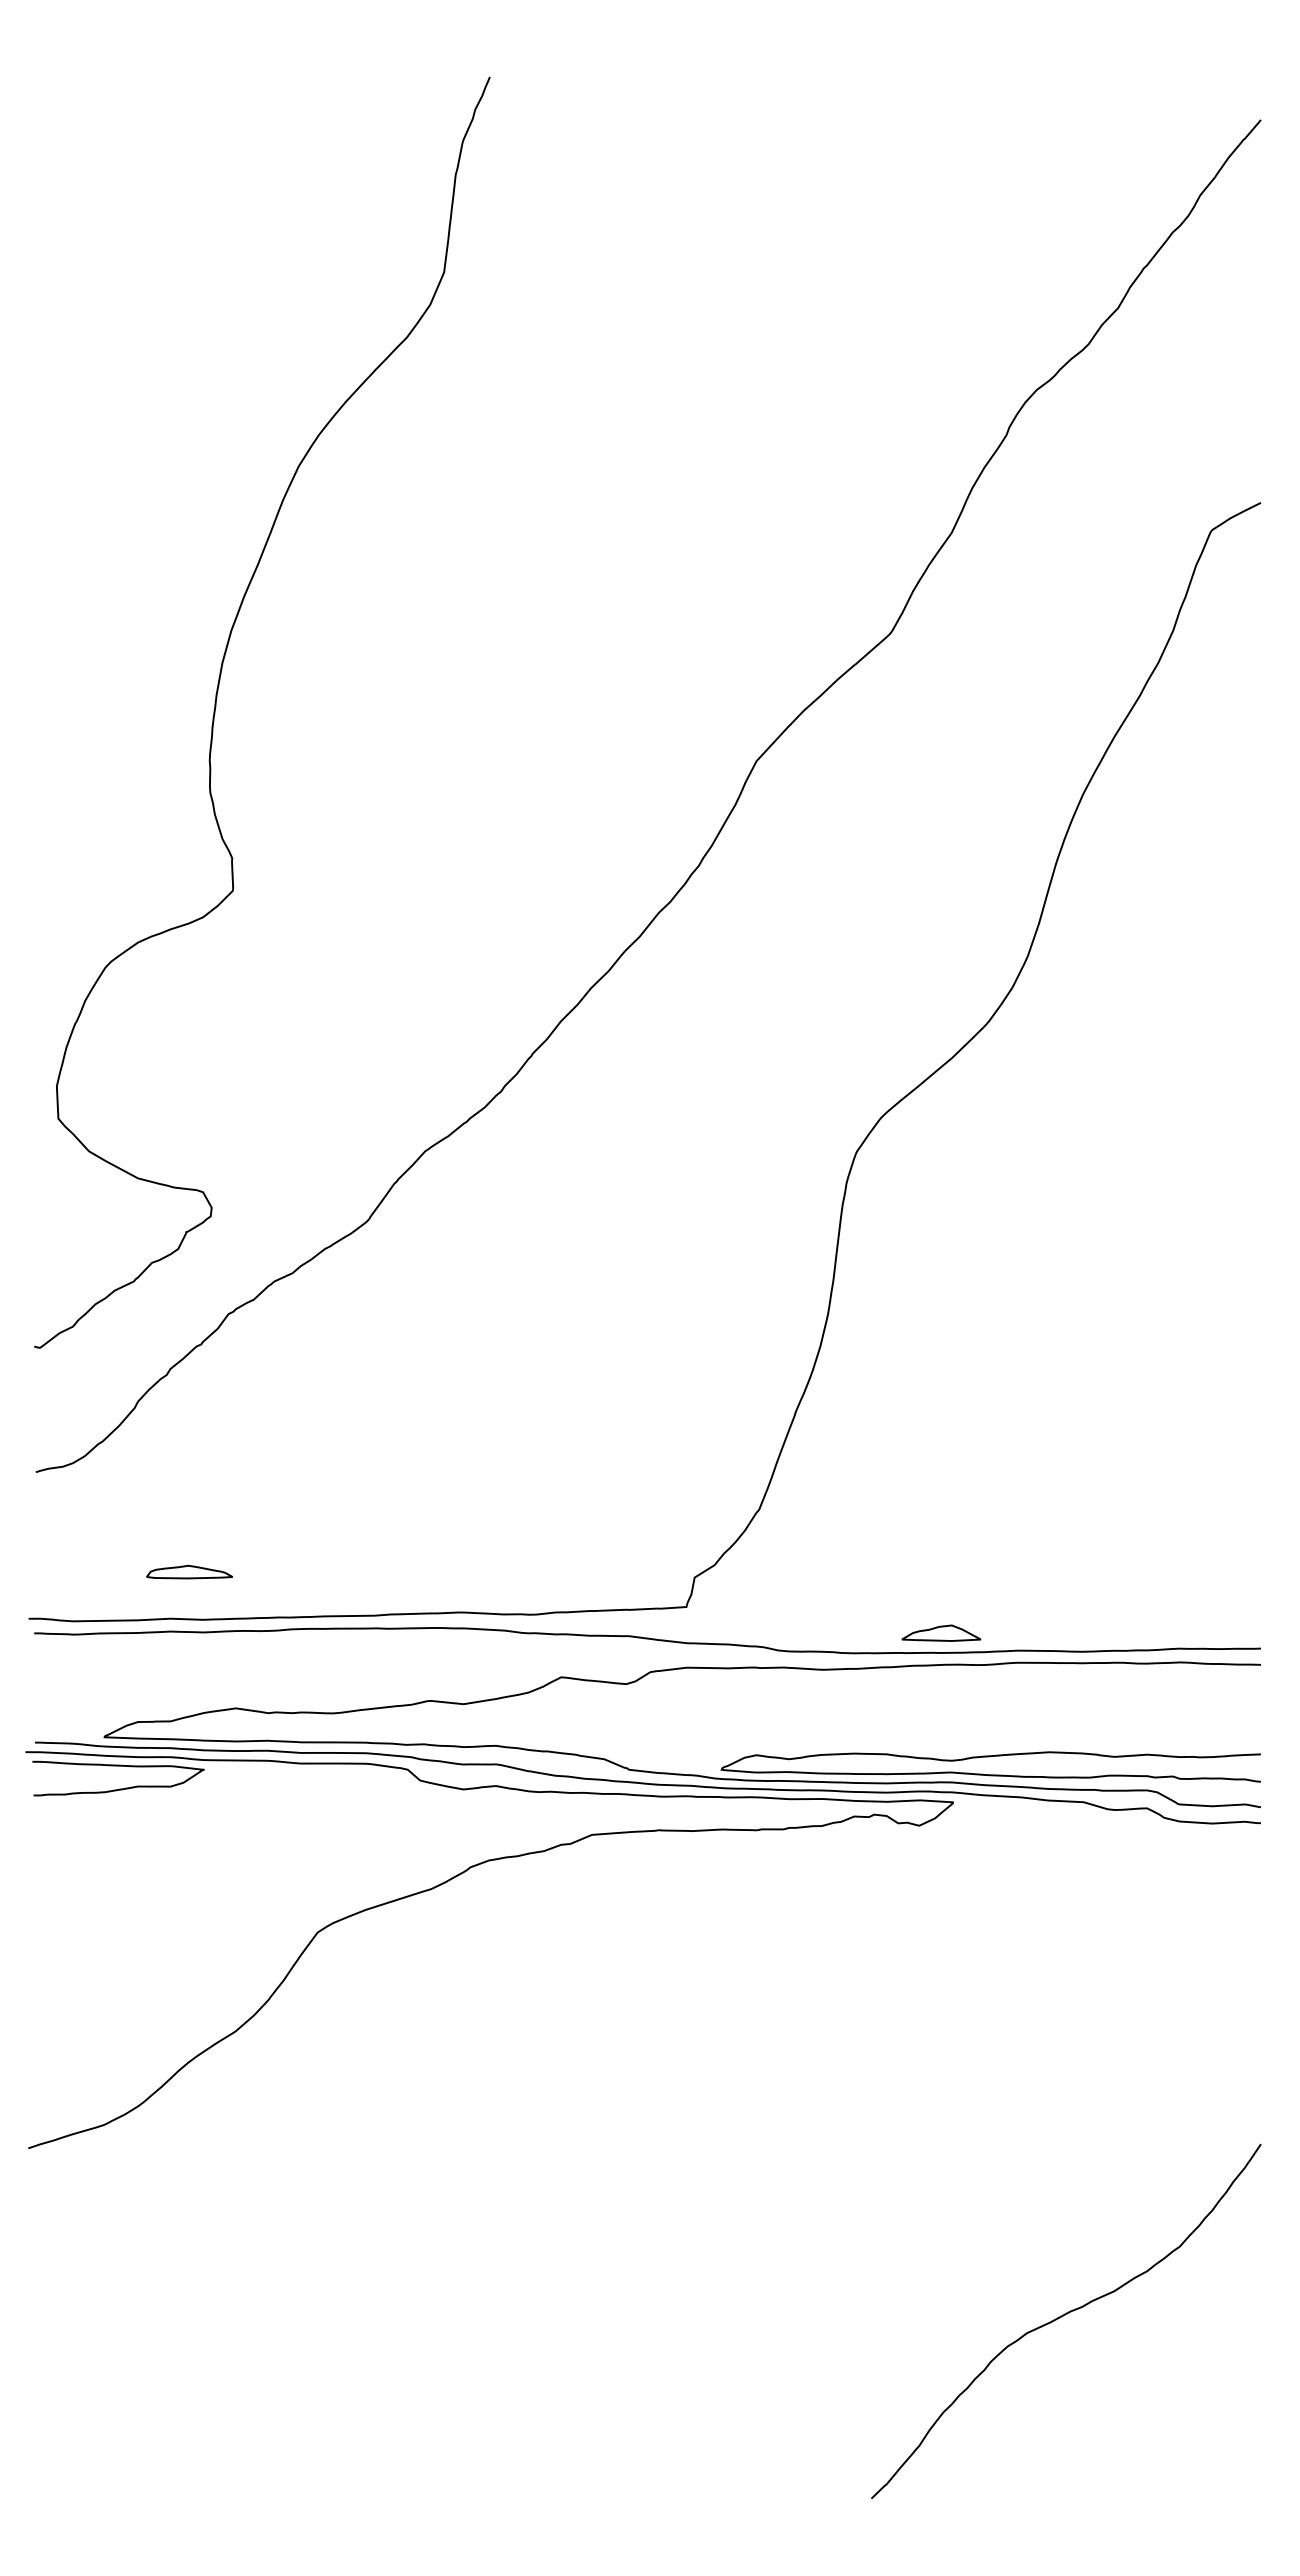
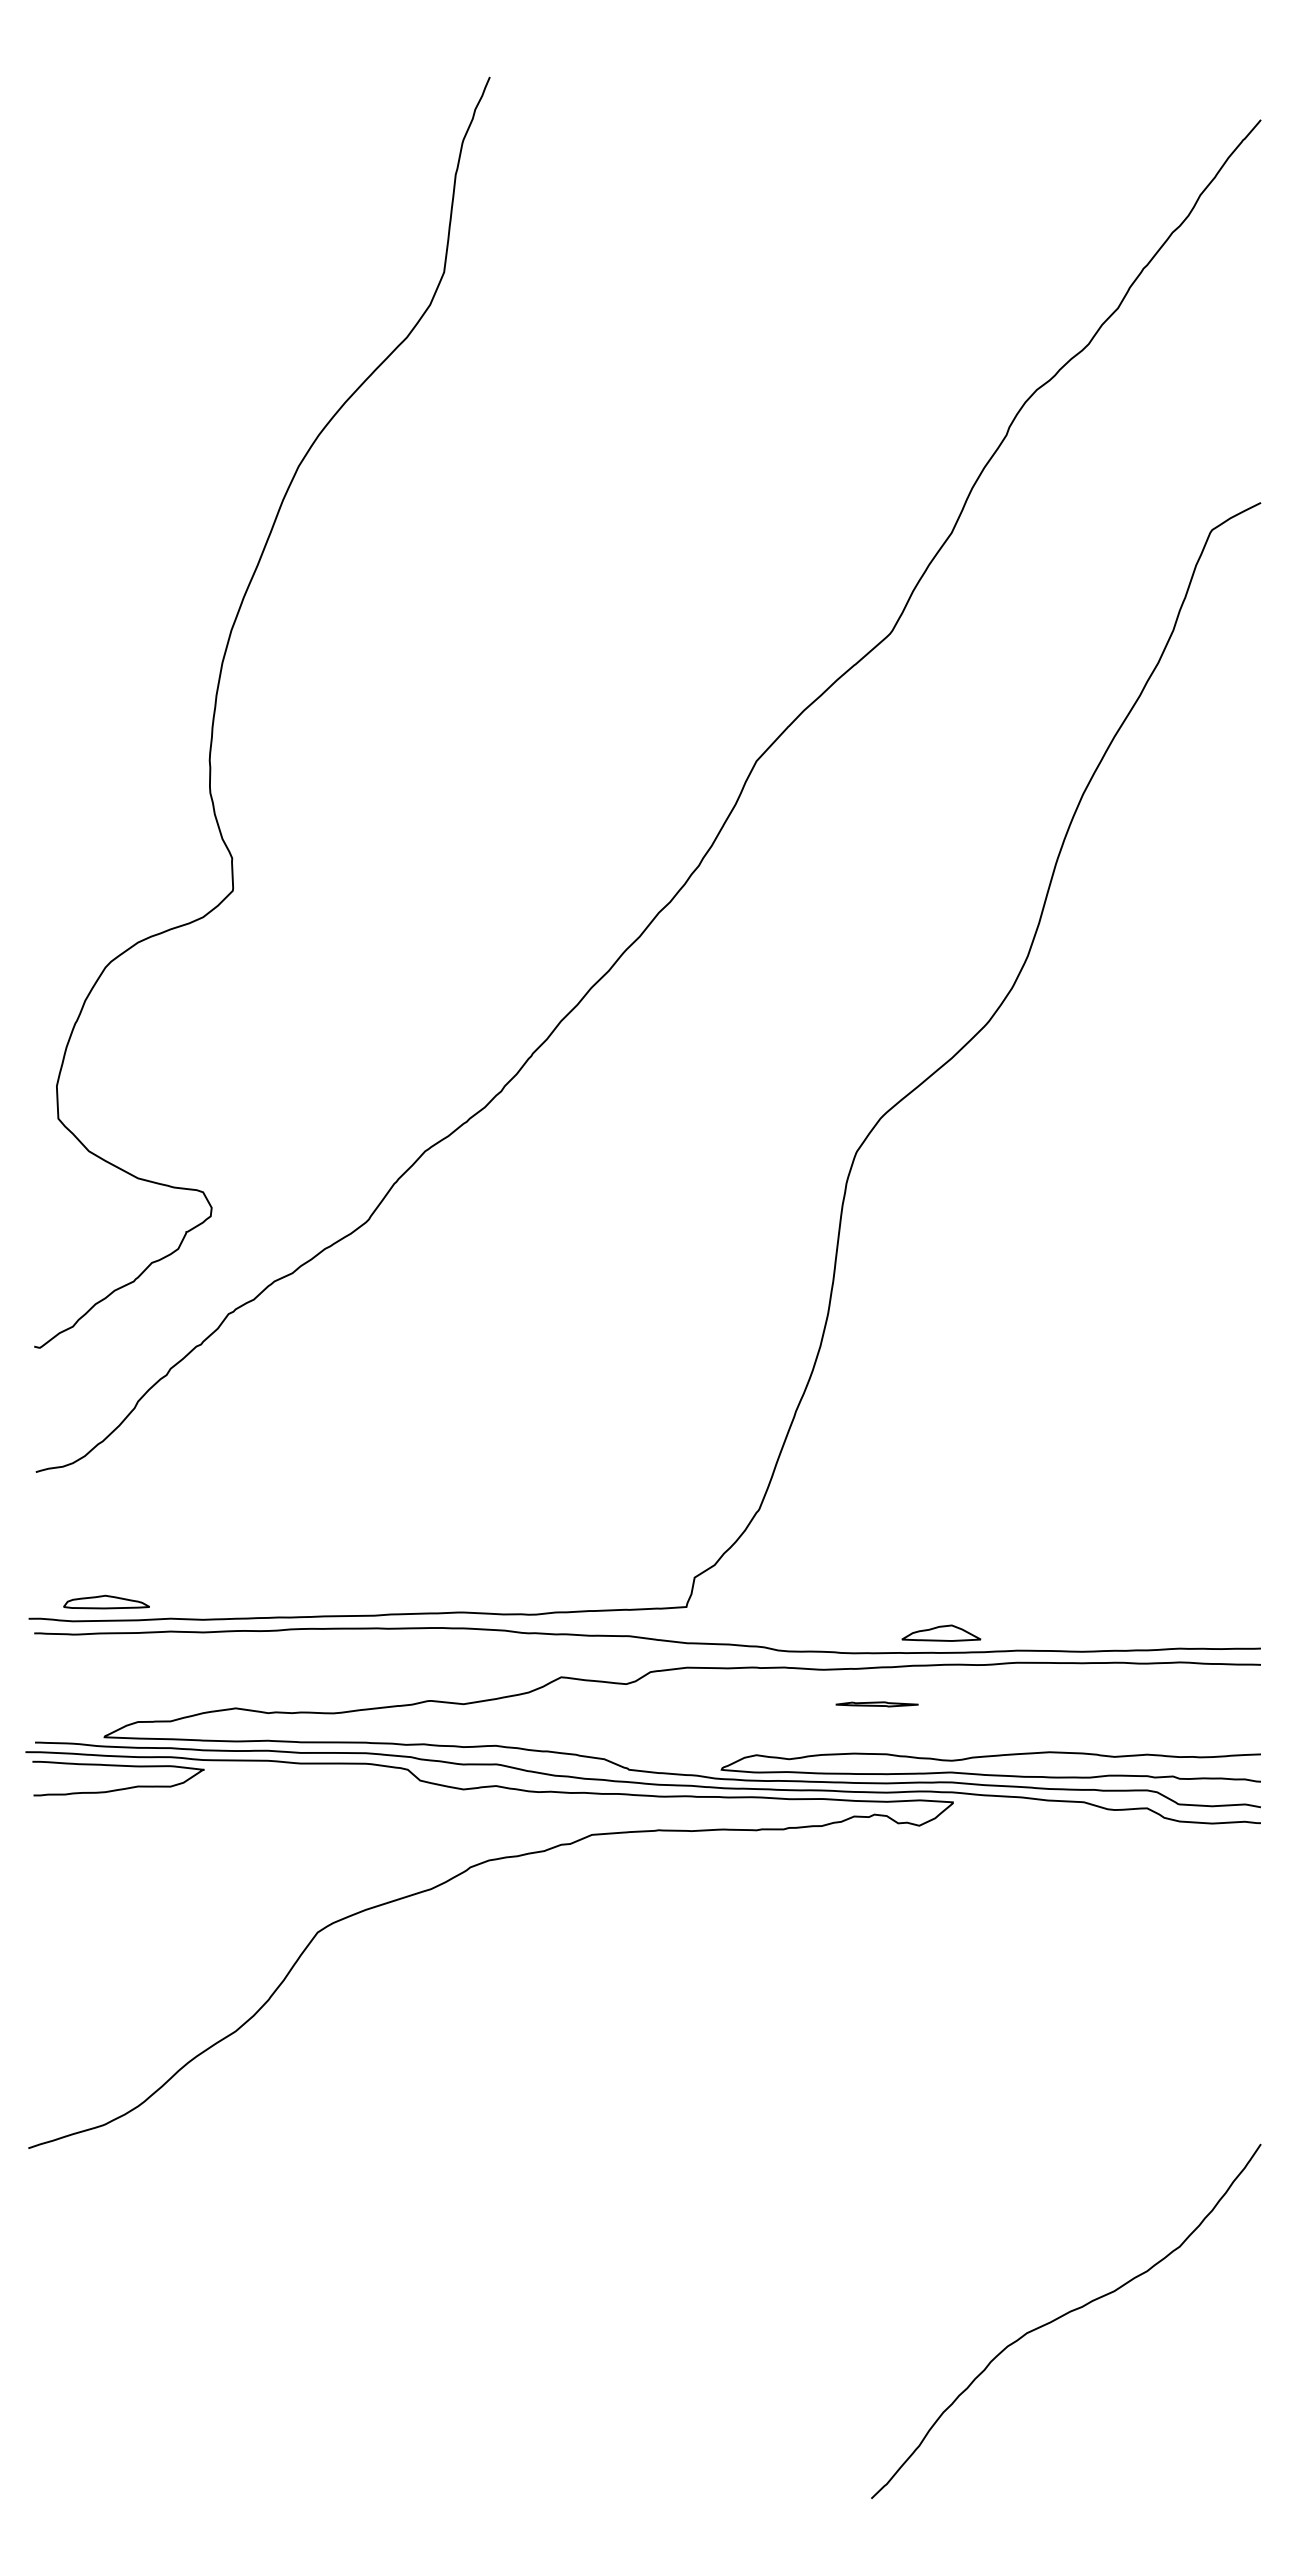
part at (189, 1571) position: (189, 1571) -> (106, 1601)
part at (876, 1704): none -> present
